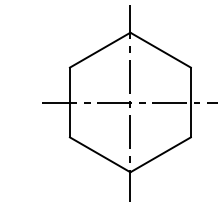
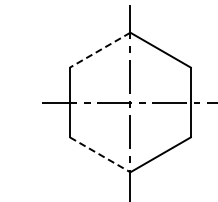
line at (100, 50): solid -> dashed
line at (100, 154): solid -> dashed
